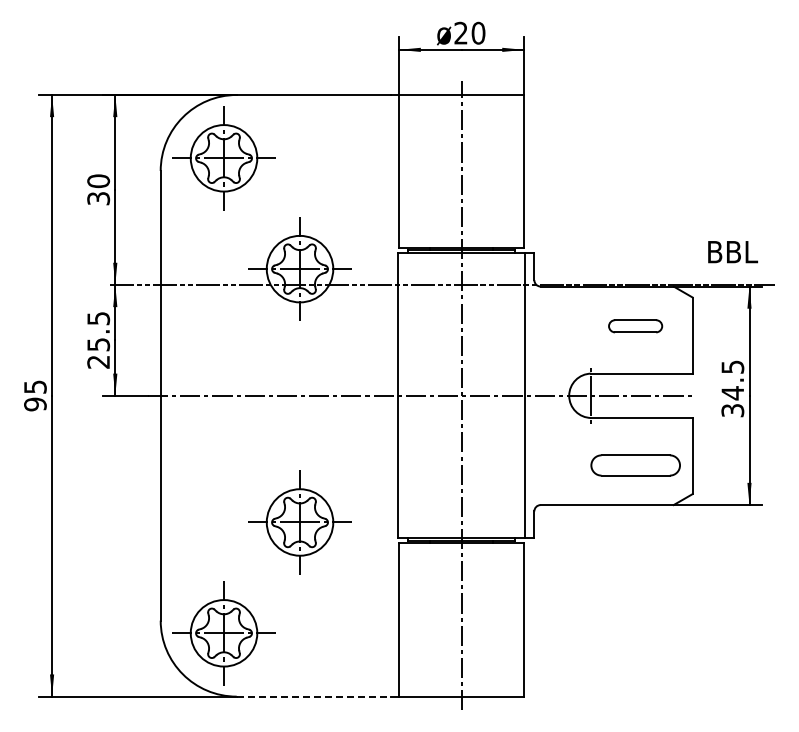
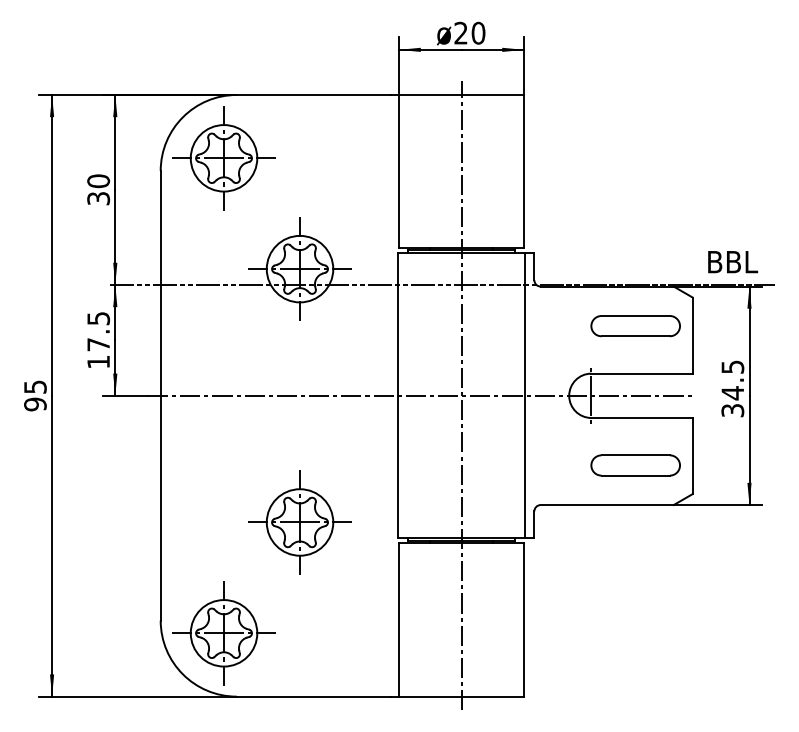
text at (733, 252) position: (733, 252) -> (733, 262)
part at (635, 326) size: 56x15 px -> 91x23 px
text at (98, 353): 25.5 -> 17.5
line at (314, 696): dashed -> solid
